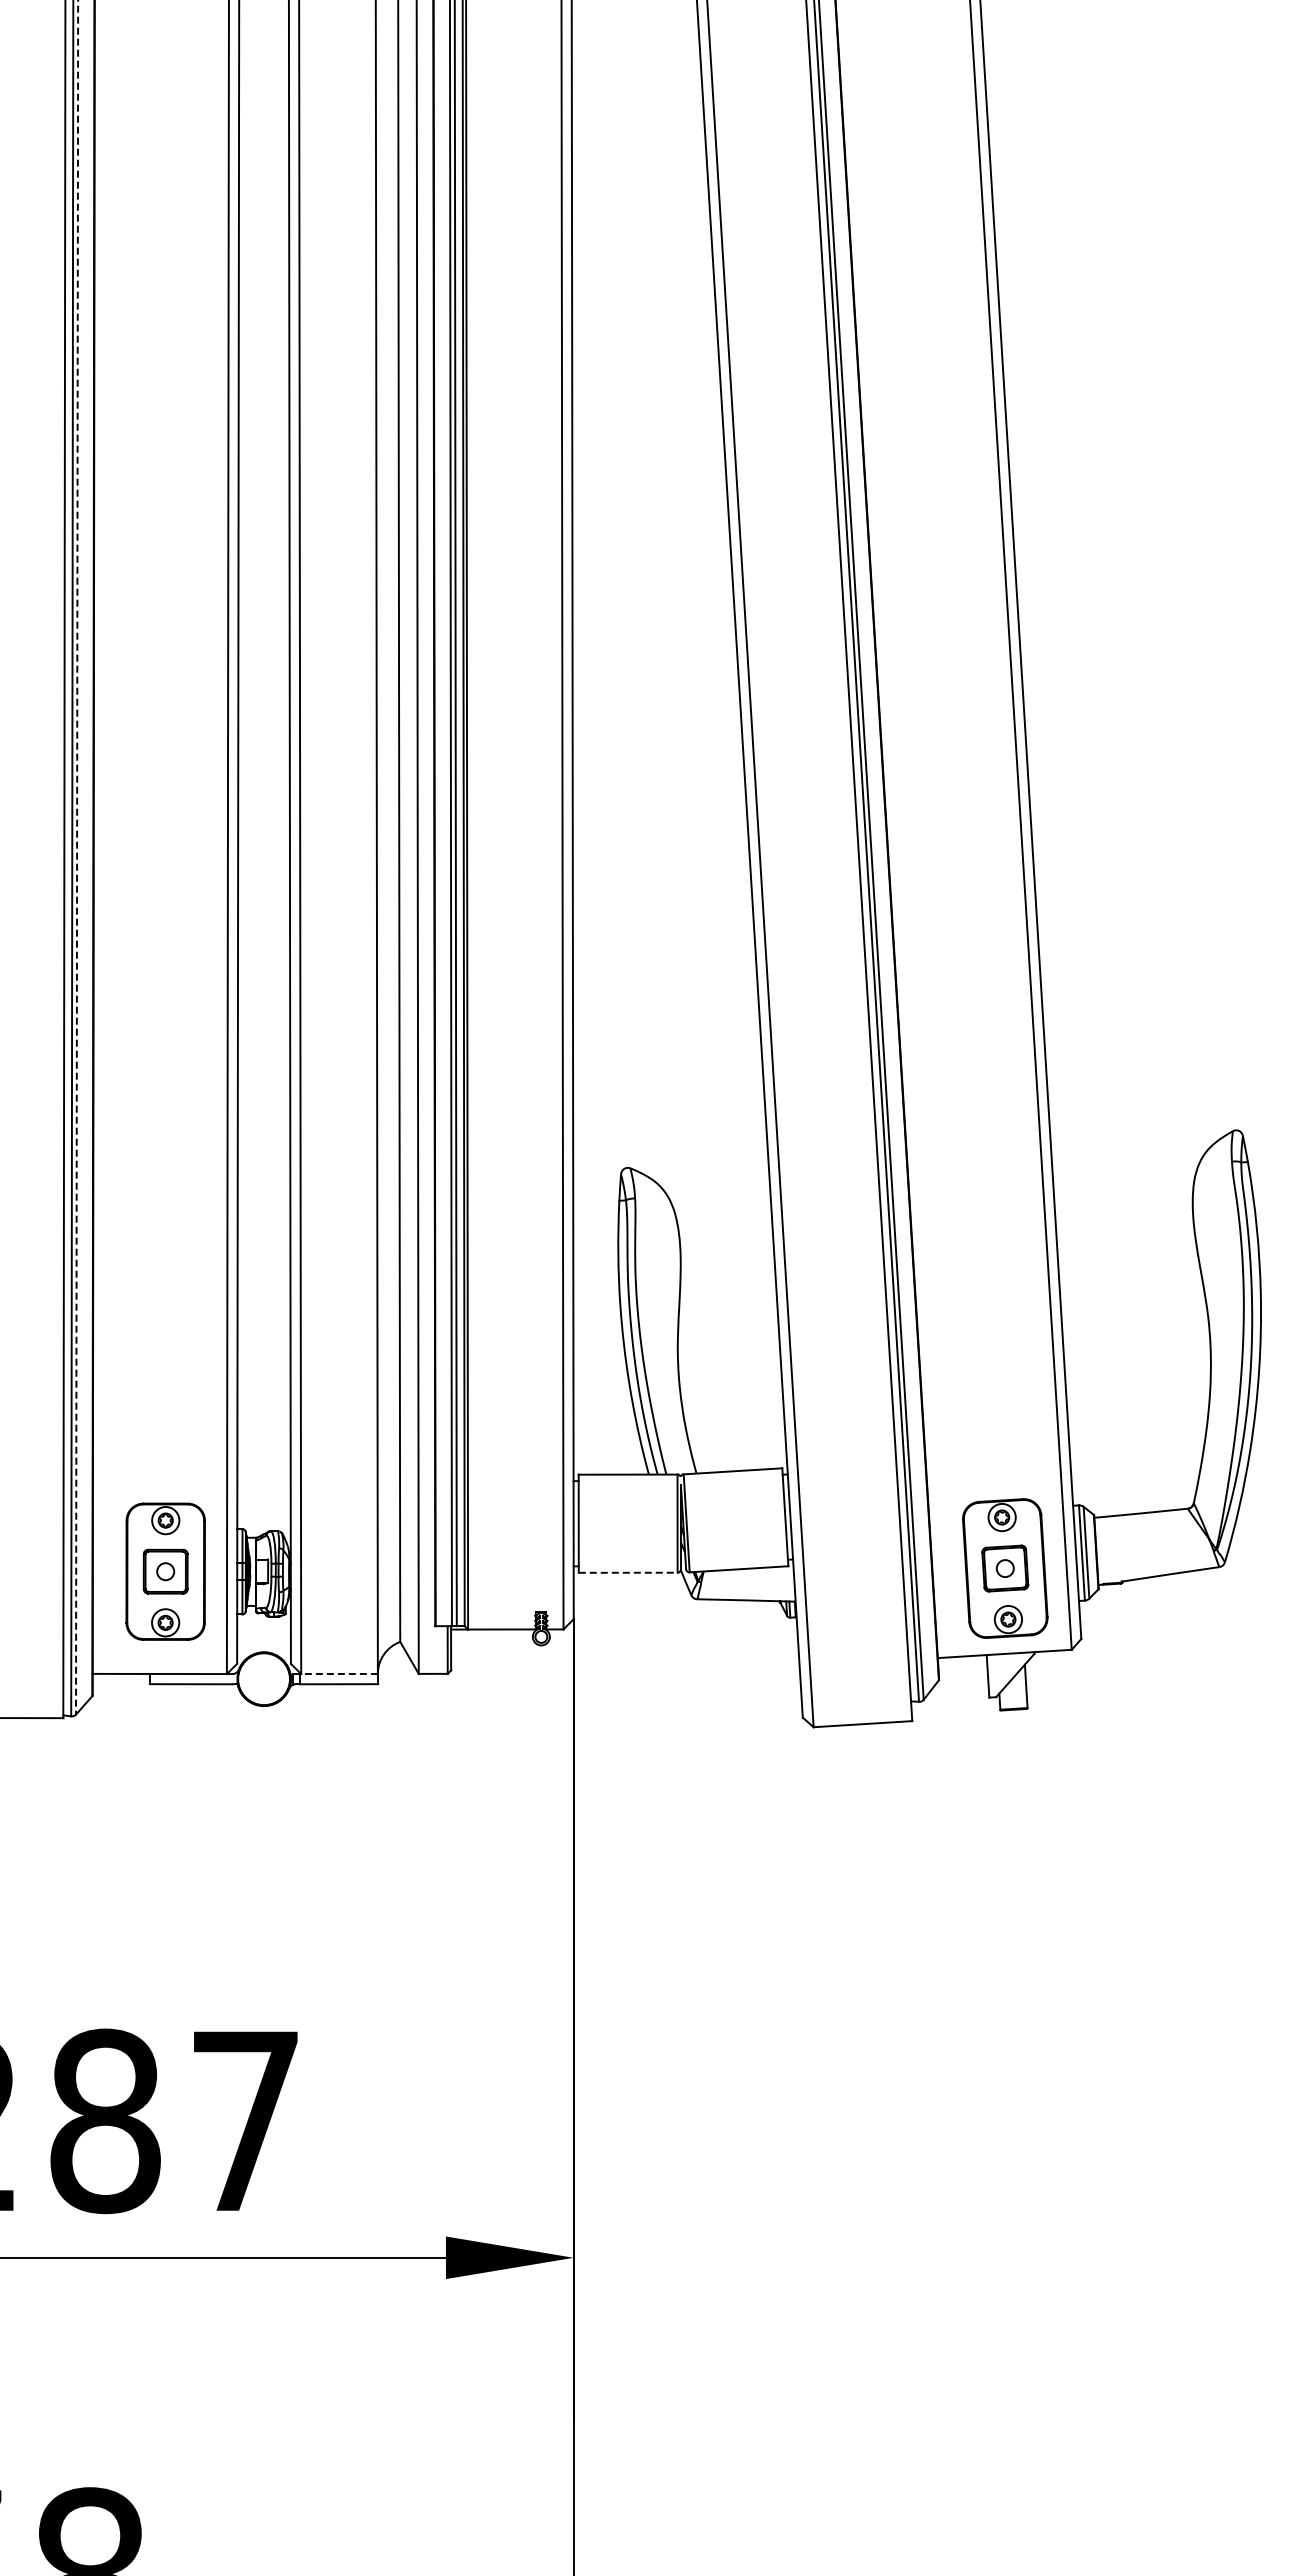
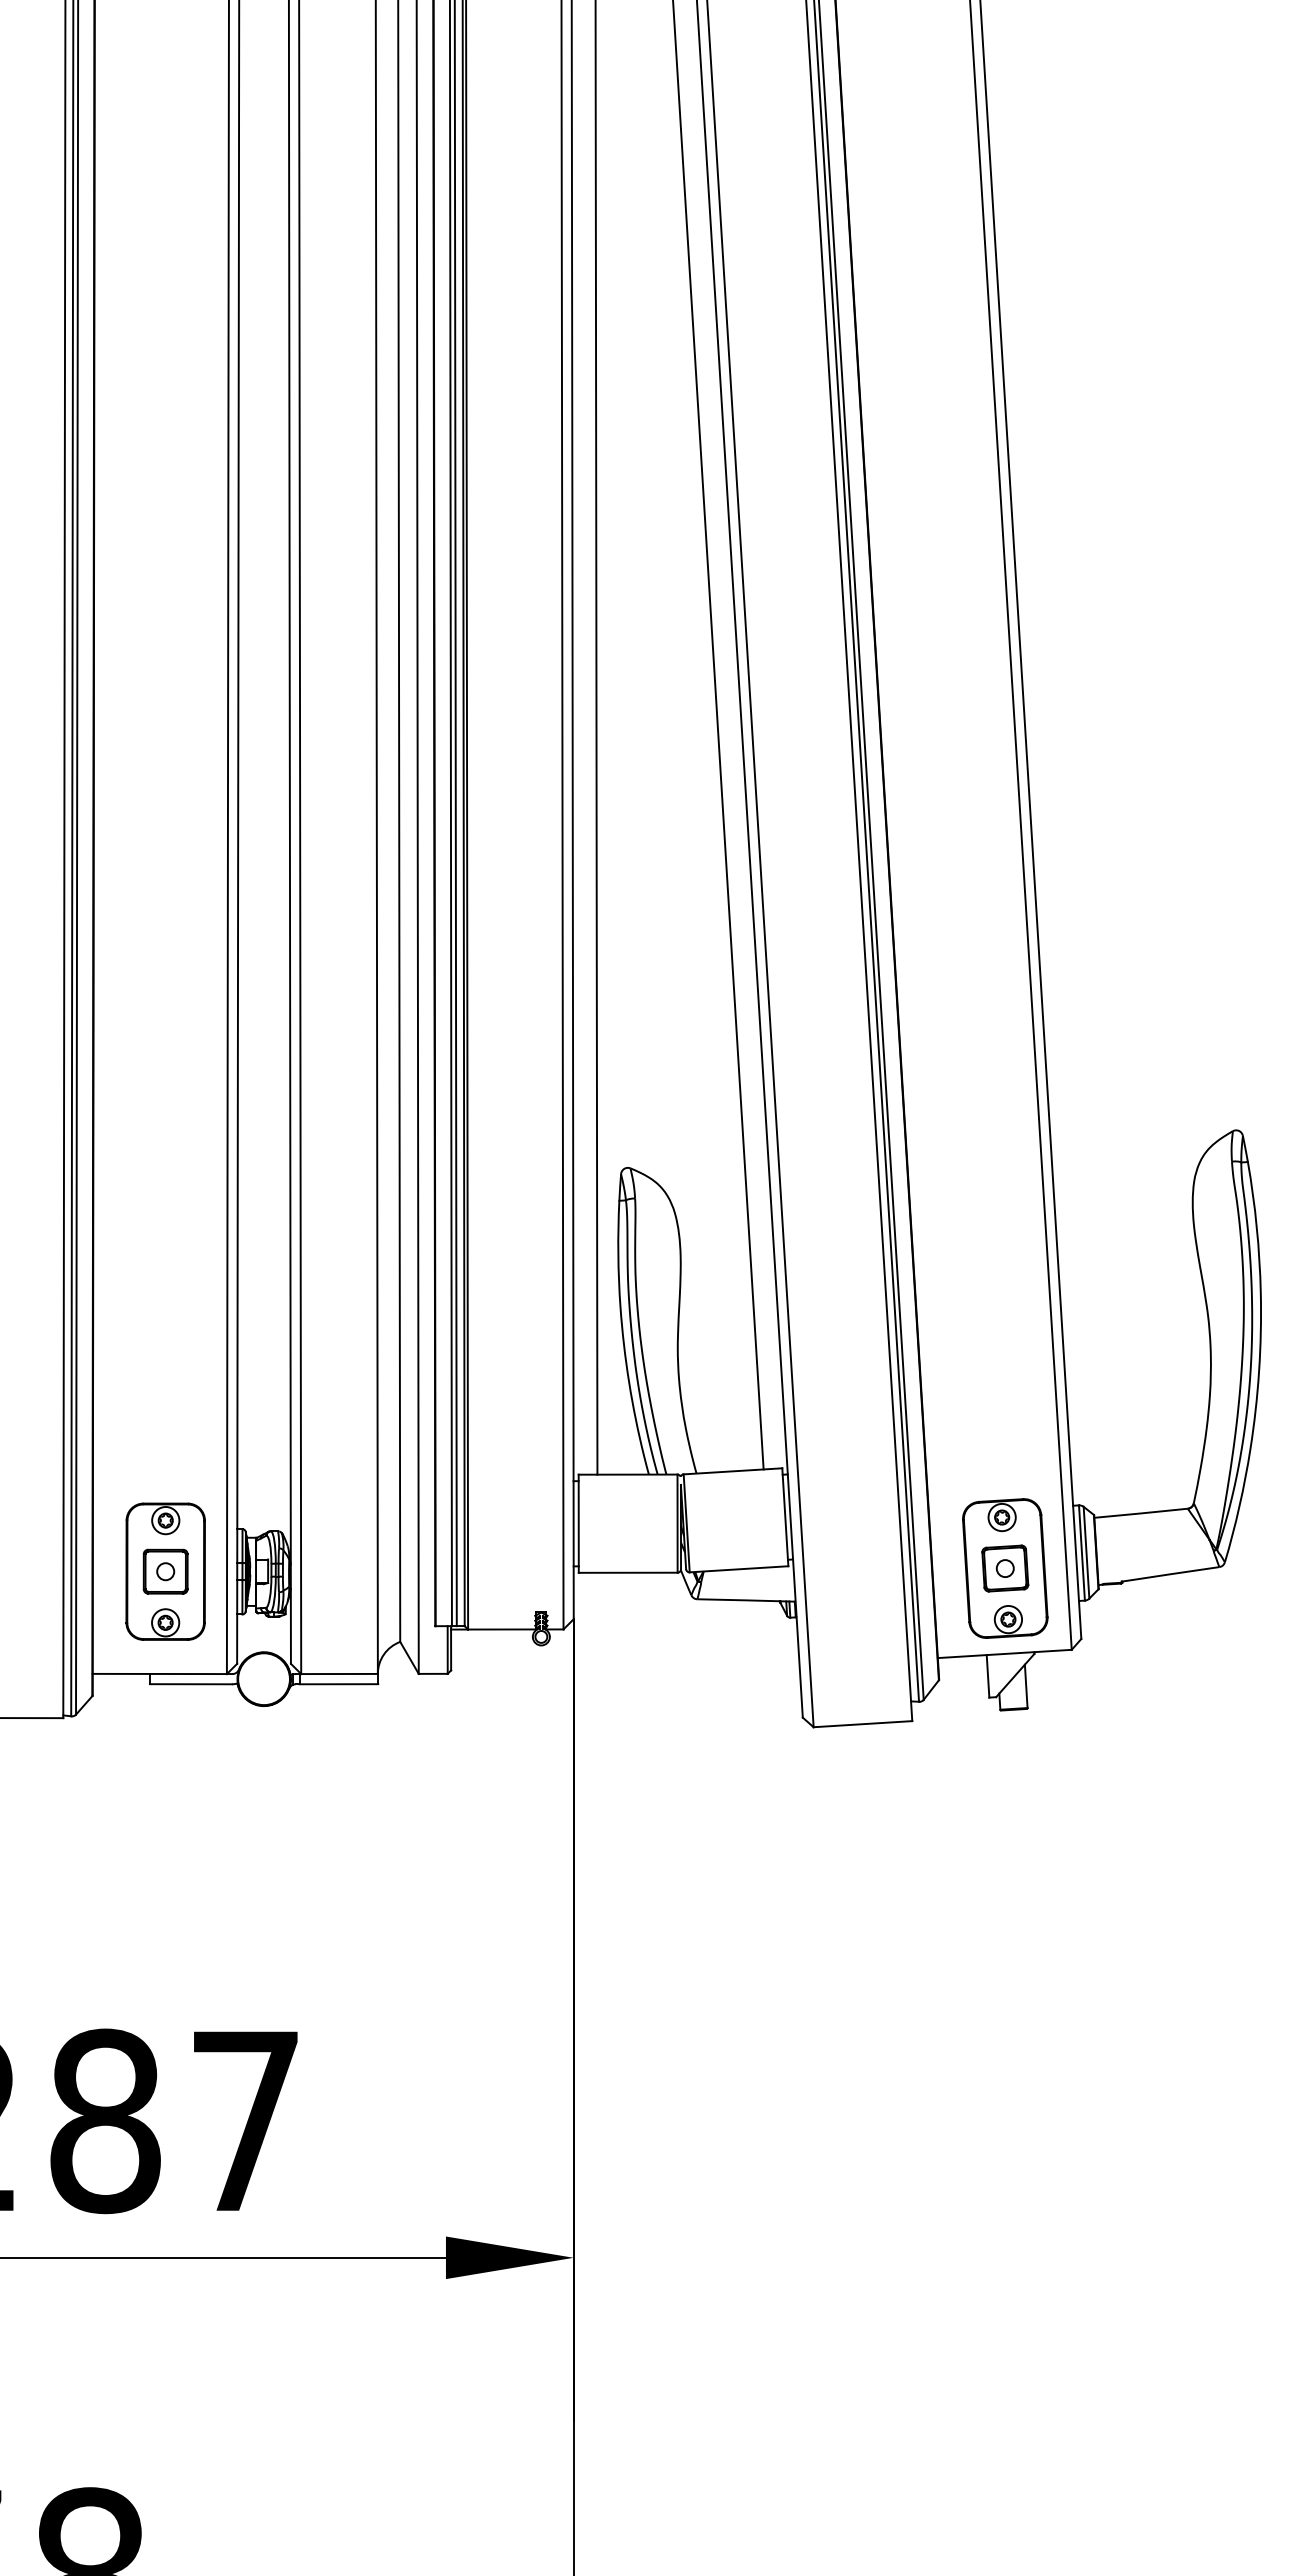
line at (718, 735): none -> present
line at (596, 738): none -> present
line at (77, 857): dashed -> solid
line at (628, 1572): dashed -> solid
line at (339, 1674): dashed -> solid
